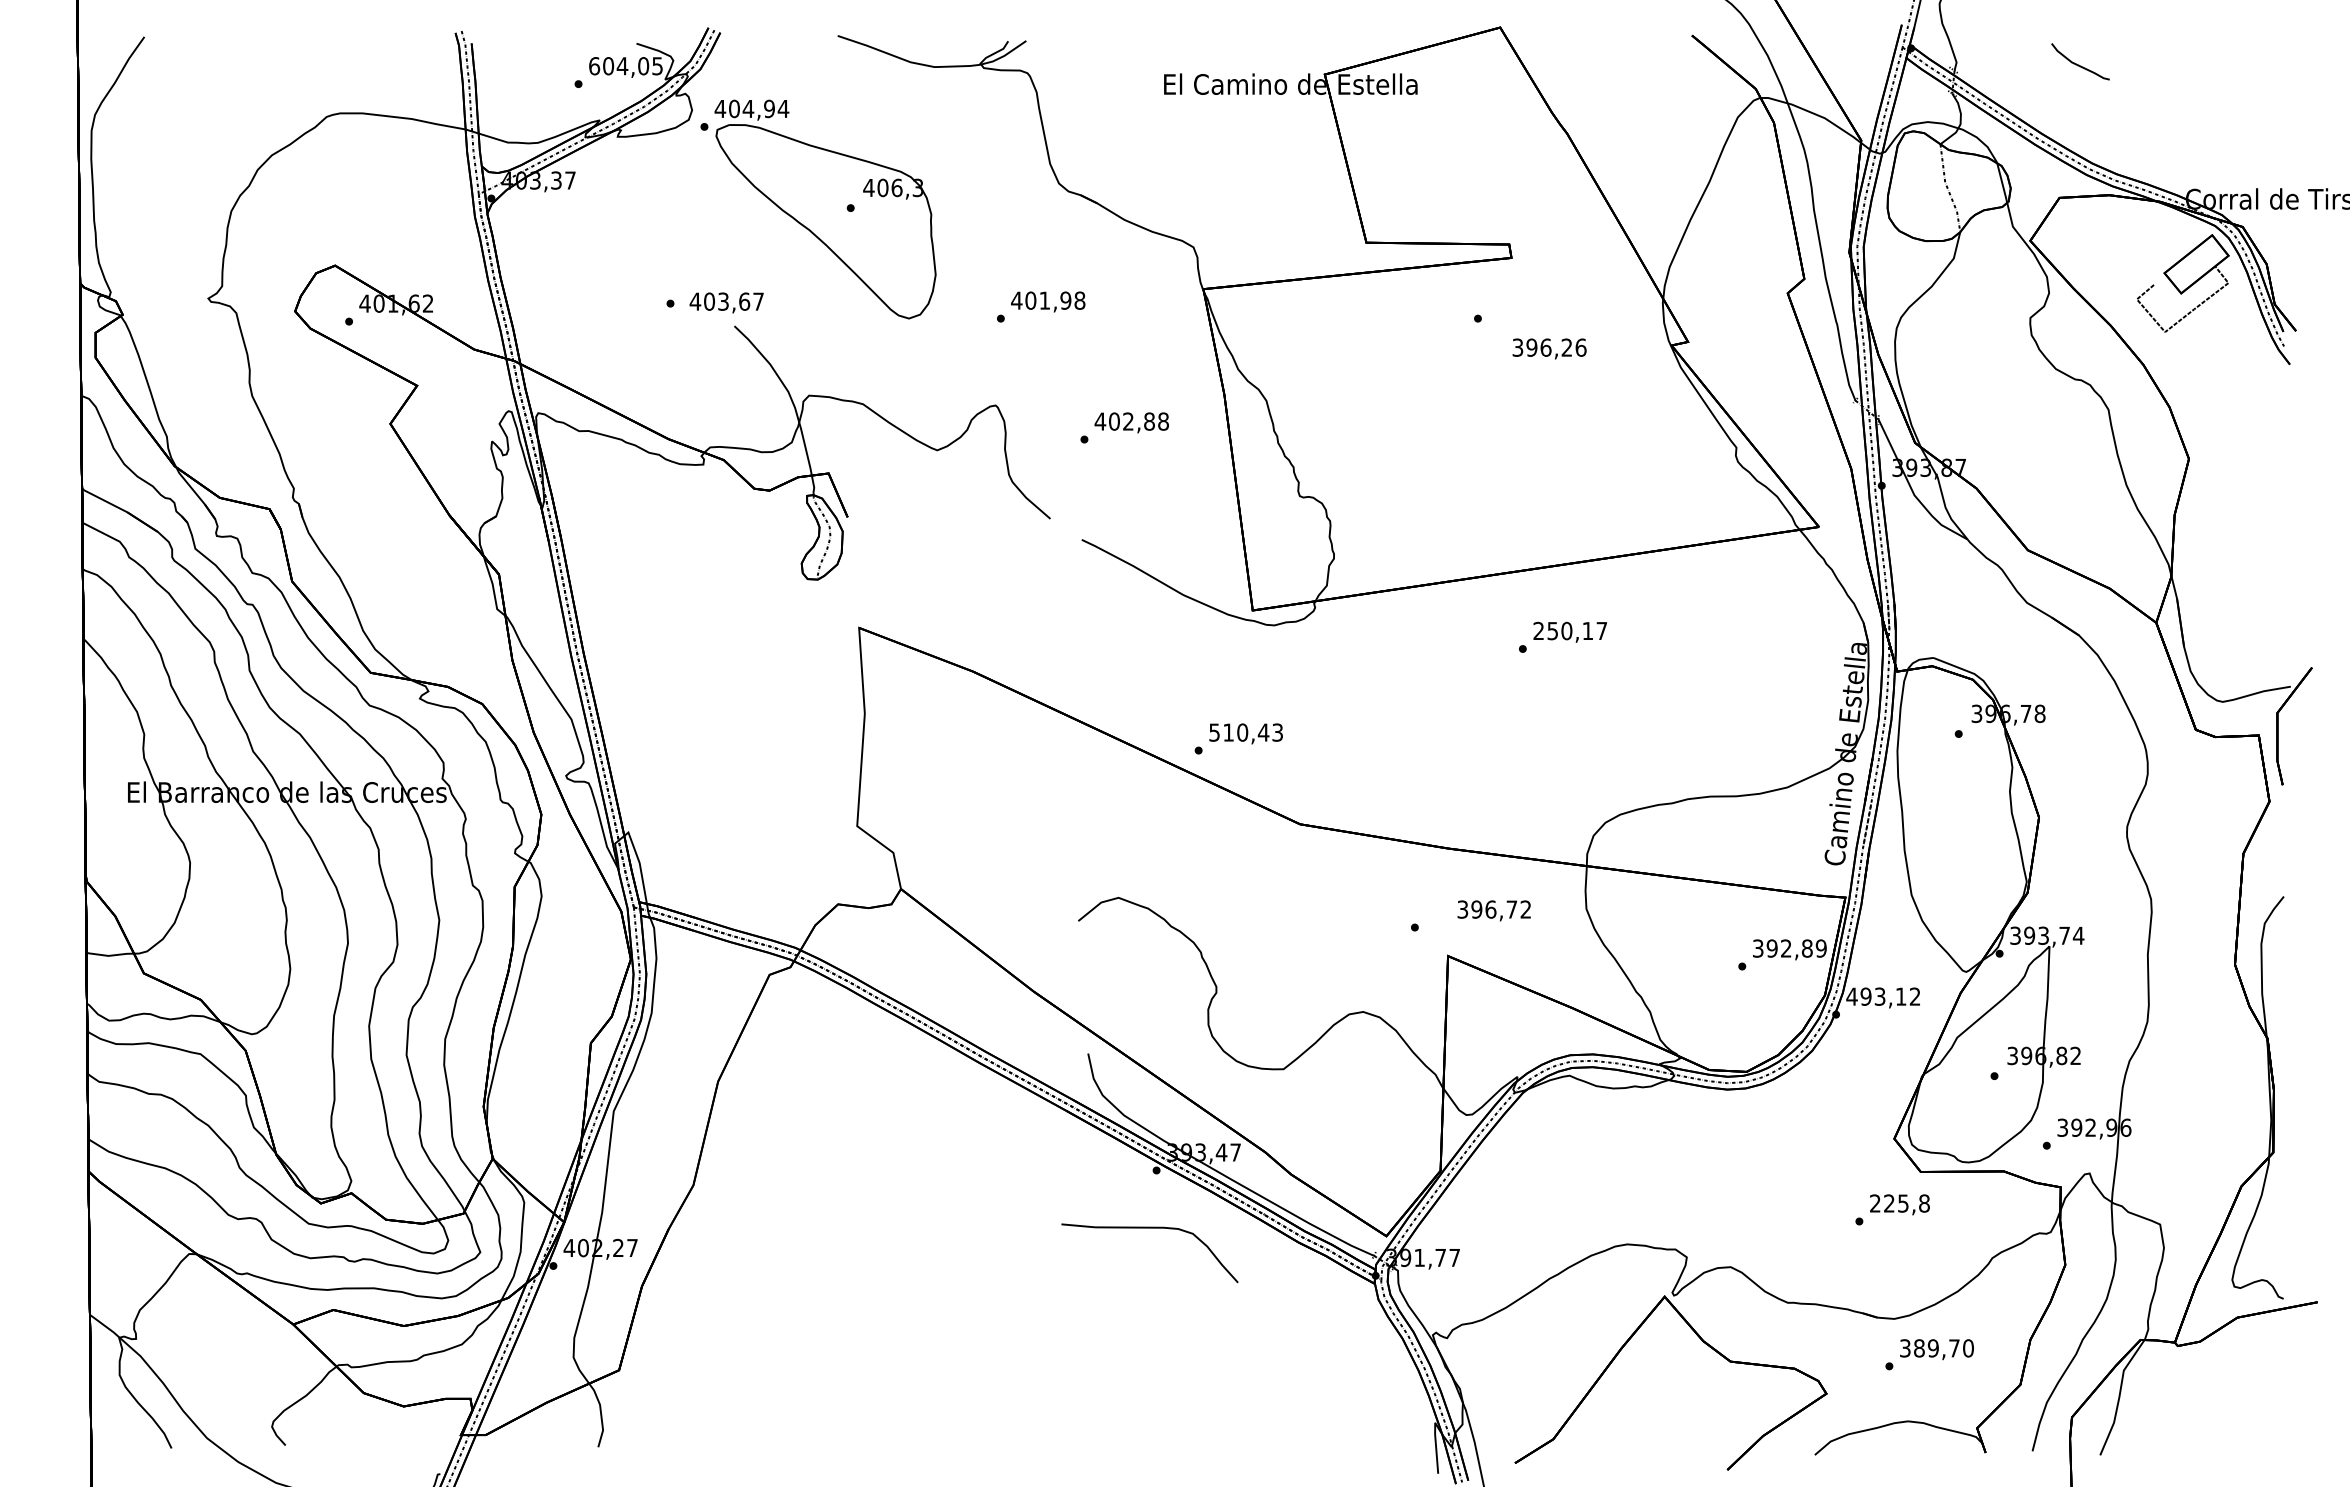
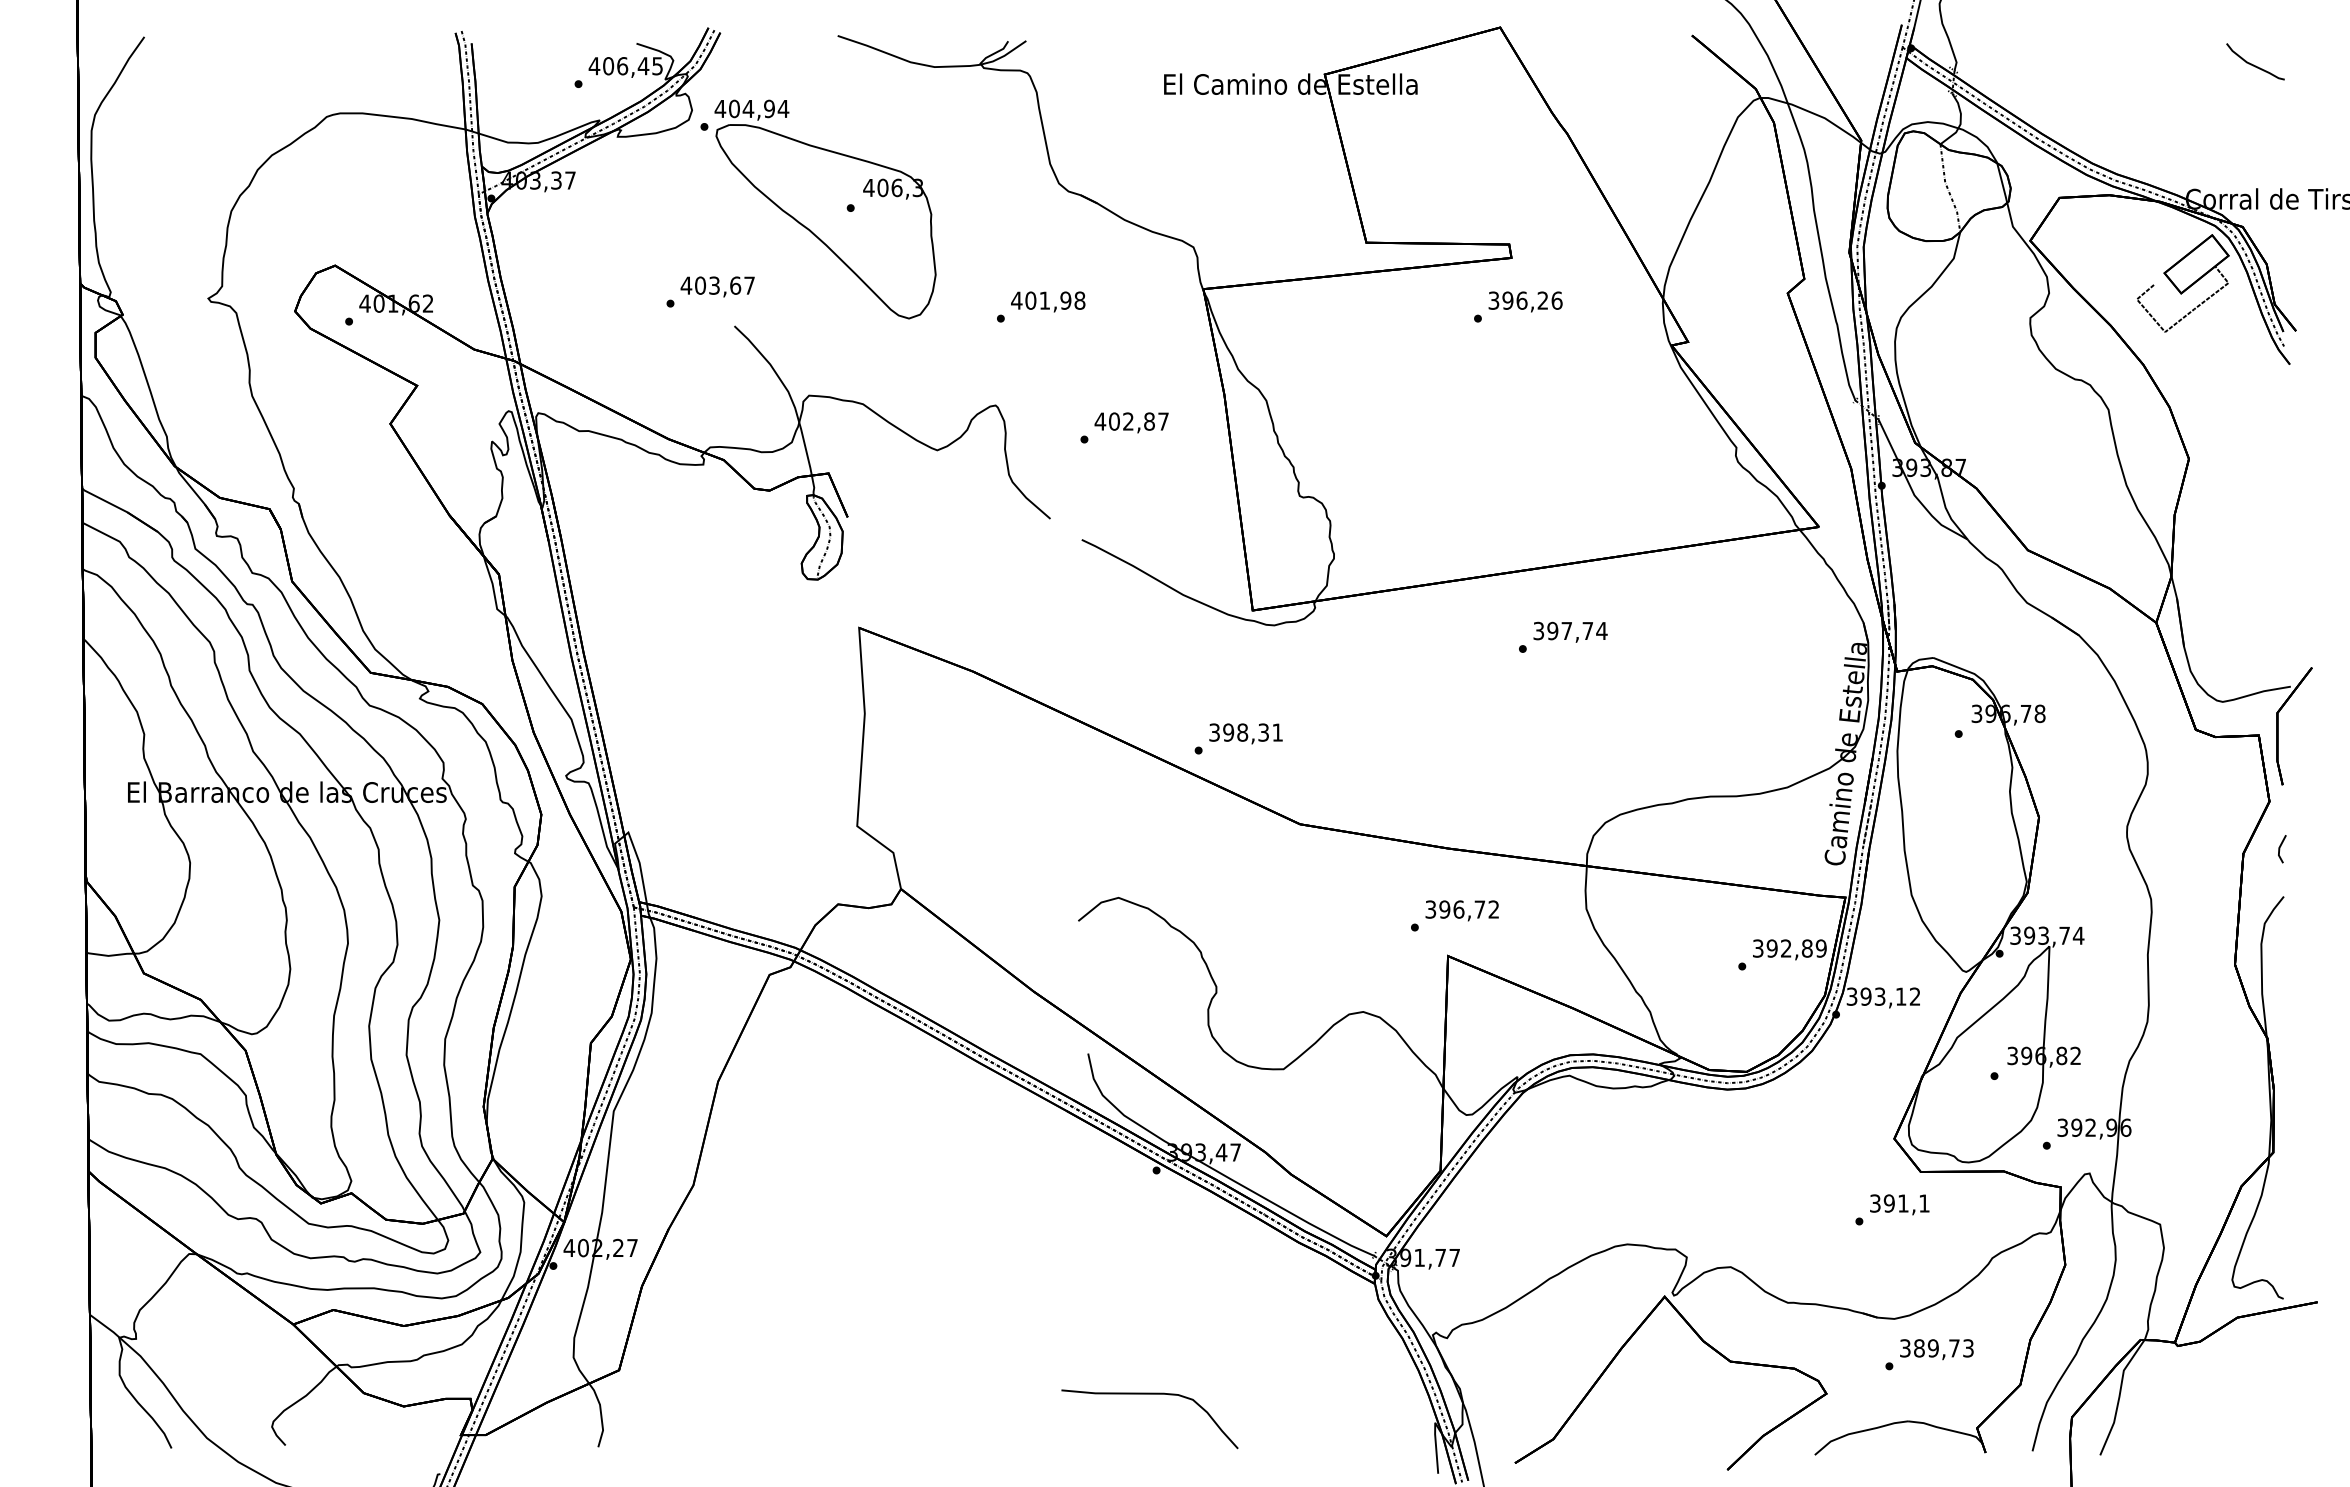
curve at (2078, 64) position: (2078, 64) -> (2253, 64)
text at (618, 66): 604,05 -> 406,45
text at (726, 302) position: (726, 302) -> (717, 286)
text at (1549, 348) position: (1549, 348) -> (1525, 301)
text at (1163, 421): 402,88 -> 402,87
text at (1570, 630): 250,17 -> 397,74
text at (1245, 732): 510,43 -> 398,31
line at (2280, 849): none -> present
text at (1493, 910) position: (1493, 910) -> (1461, 910)
text at (1851, 996): 493,12 -> 393,12
text at (1899, 1203): 225,8 -> 391,1
curve at (1149, 1228) position: (1149, 1228) -> (1149, 1394)
text at (1968, 1348): 389,70 -> 389,73
